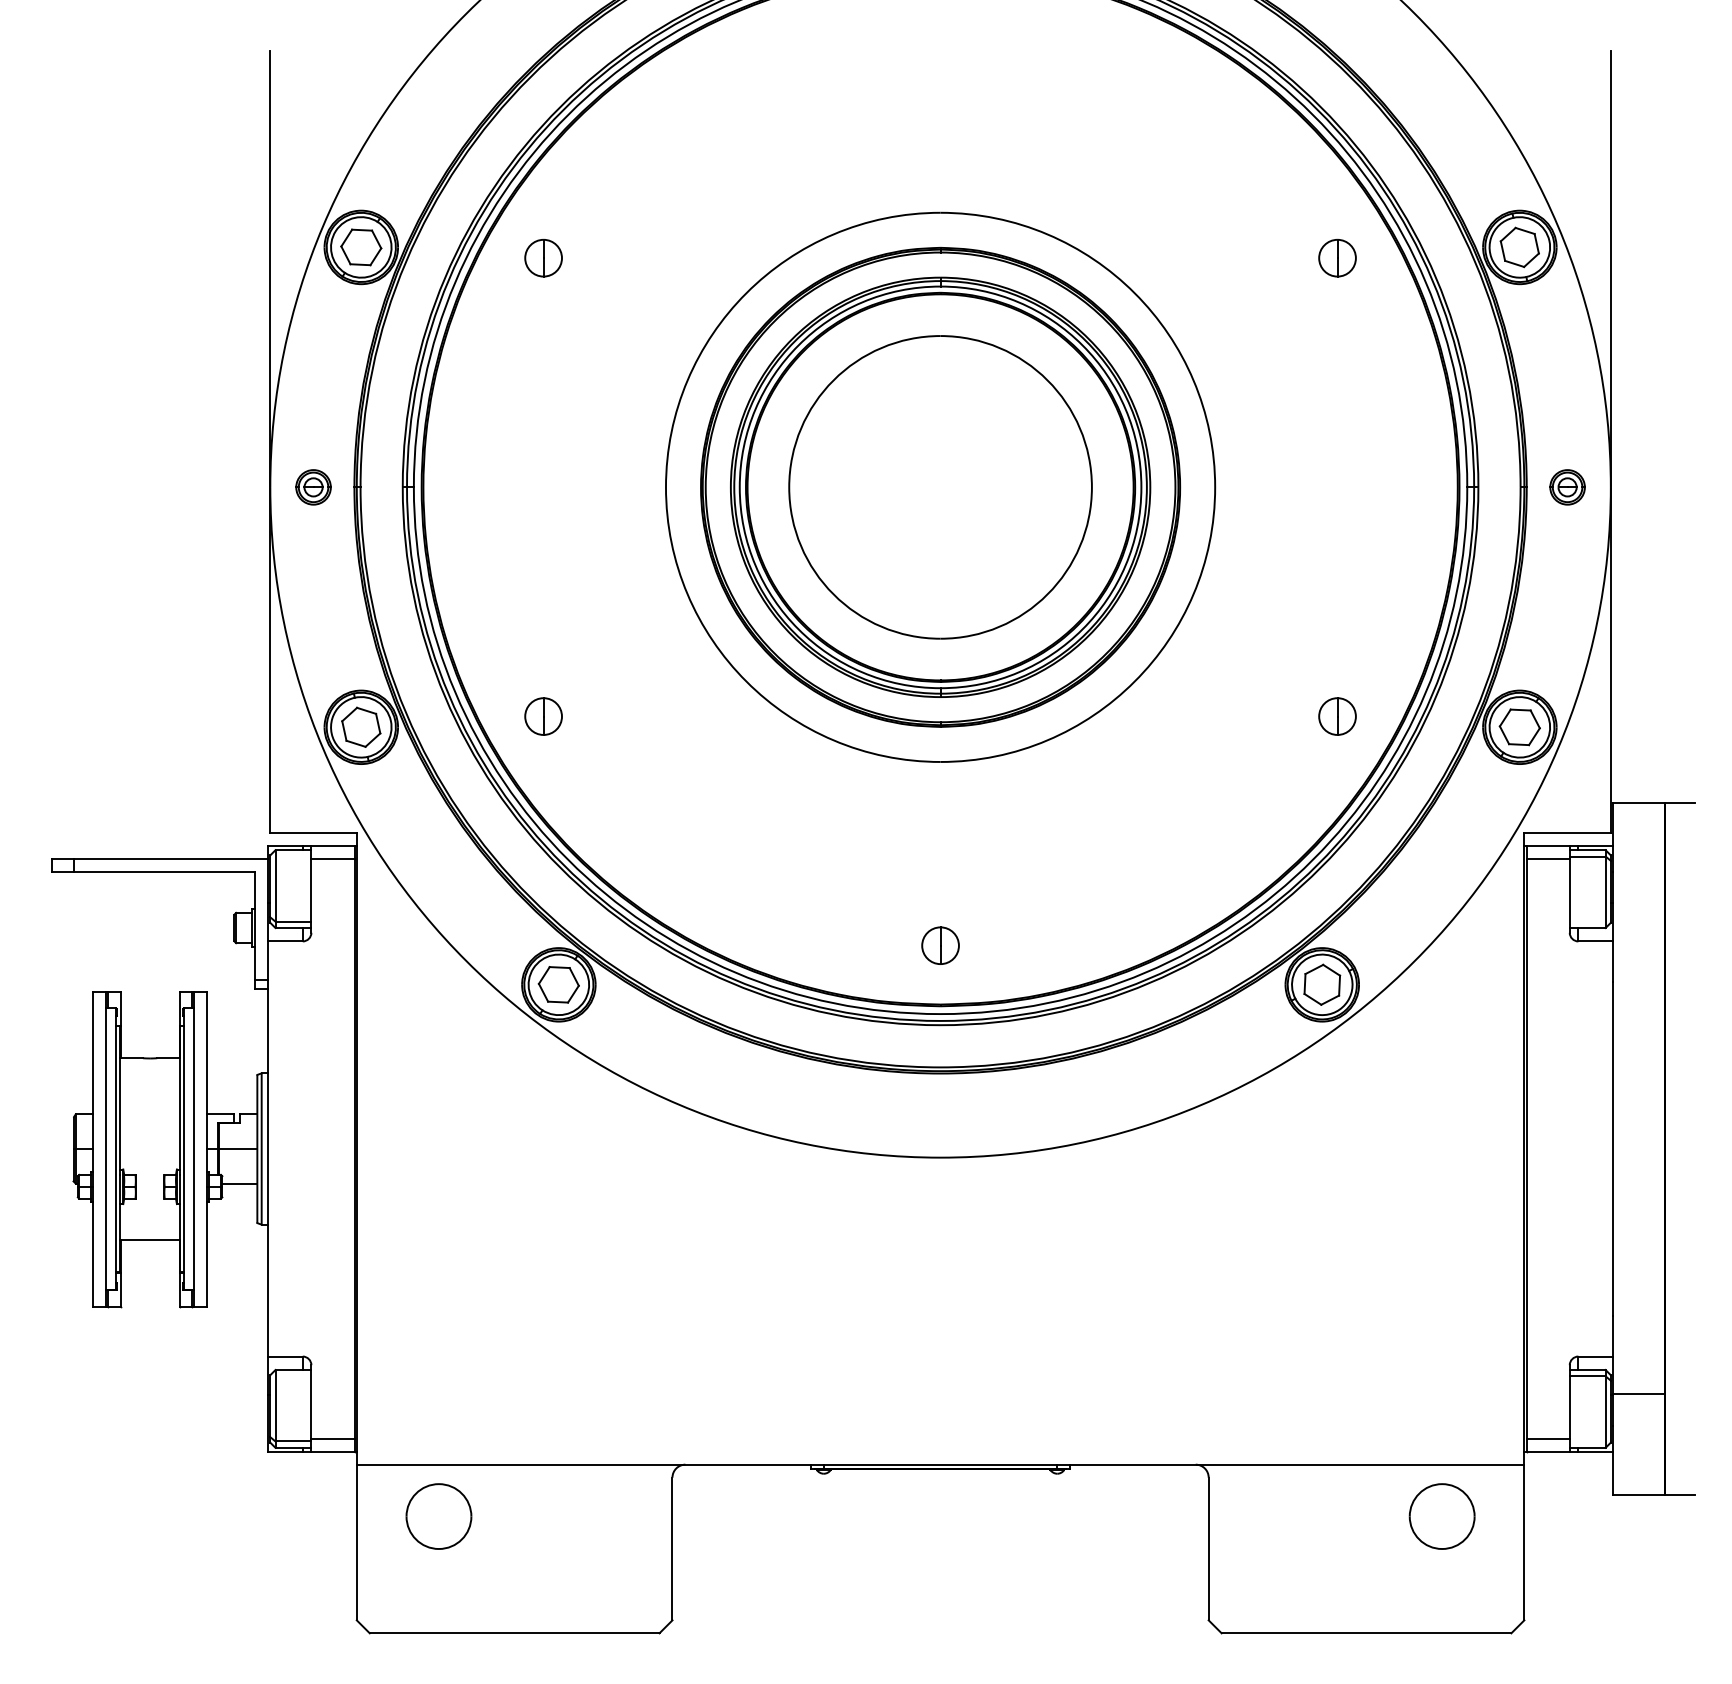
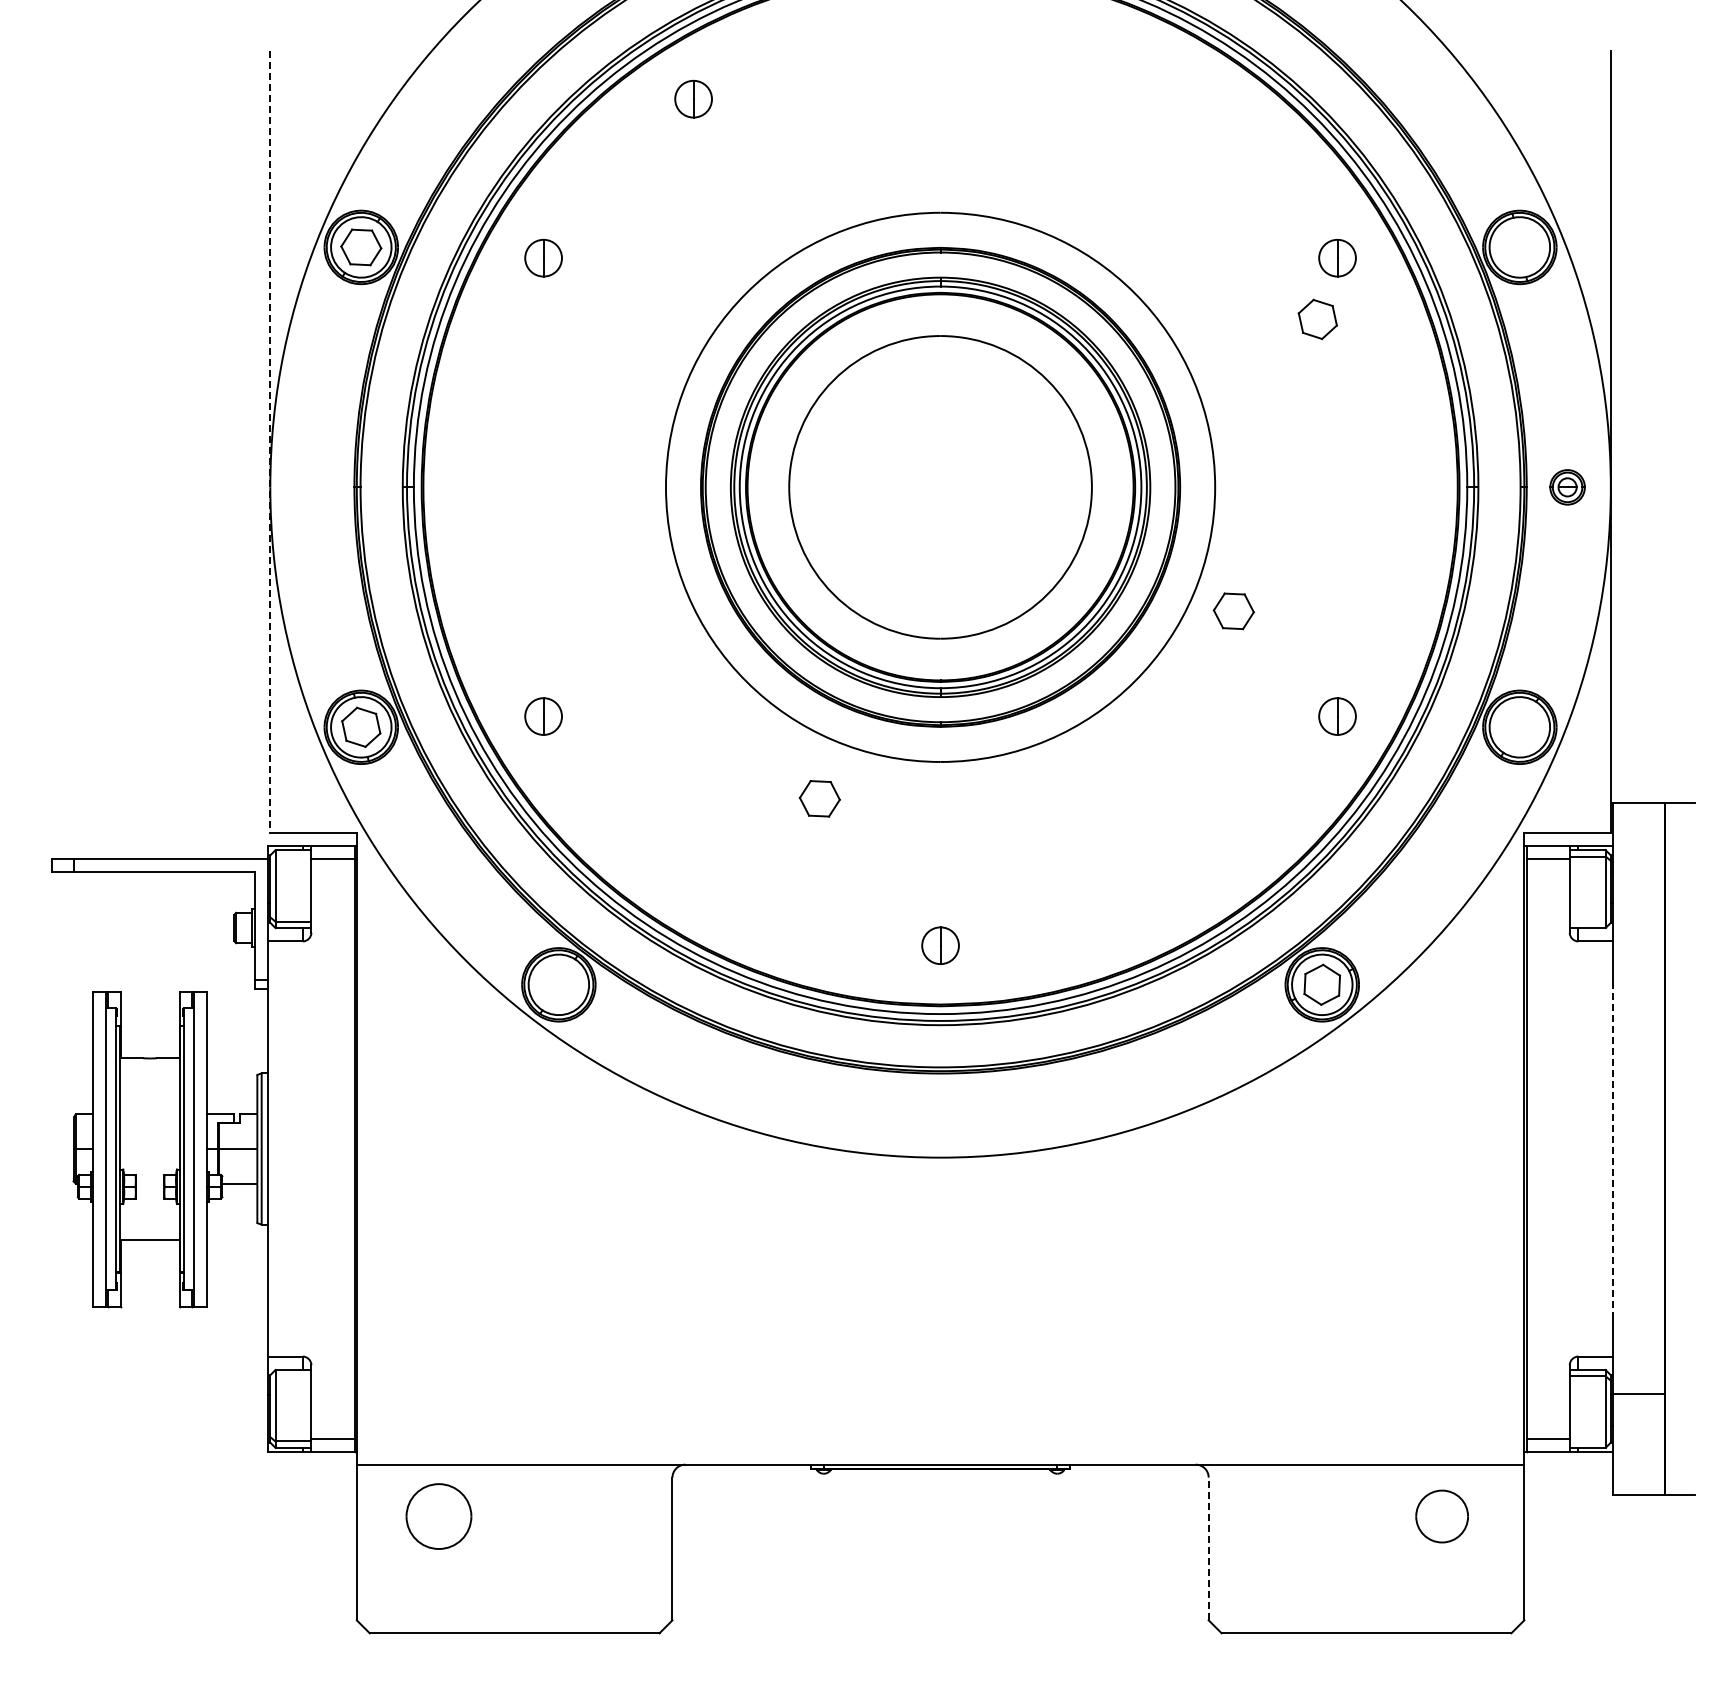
part at (693, 98): none -> present
part at (1519, 247) position: (1519, 247) -> (1317, 319)
line at (270, 442): solid -> dashed
part at (313, 487): present -> none
part at (1519, 727) position: (1519, 727) -> (1233, 611)
part at (558, 984) position: (558, 984) -> (819, 798)
line at (1613, 1149): solid -> dashed
part at (1441, 1516) size: 68x67 px -> 54x55 px
line at (1208, 1548): solid -> dashed
